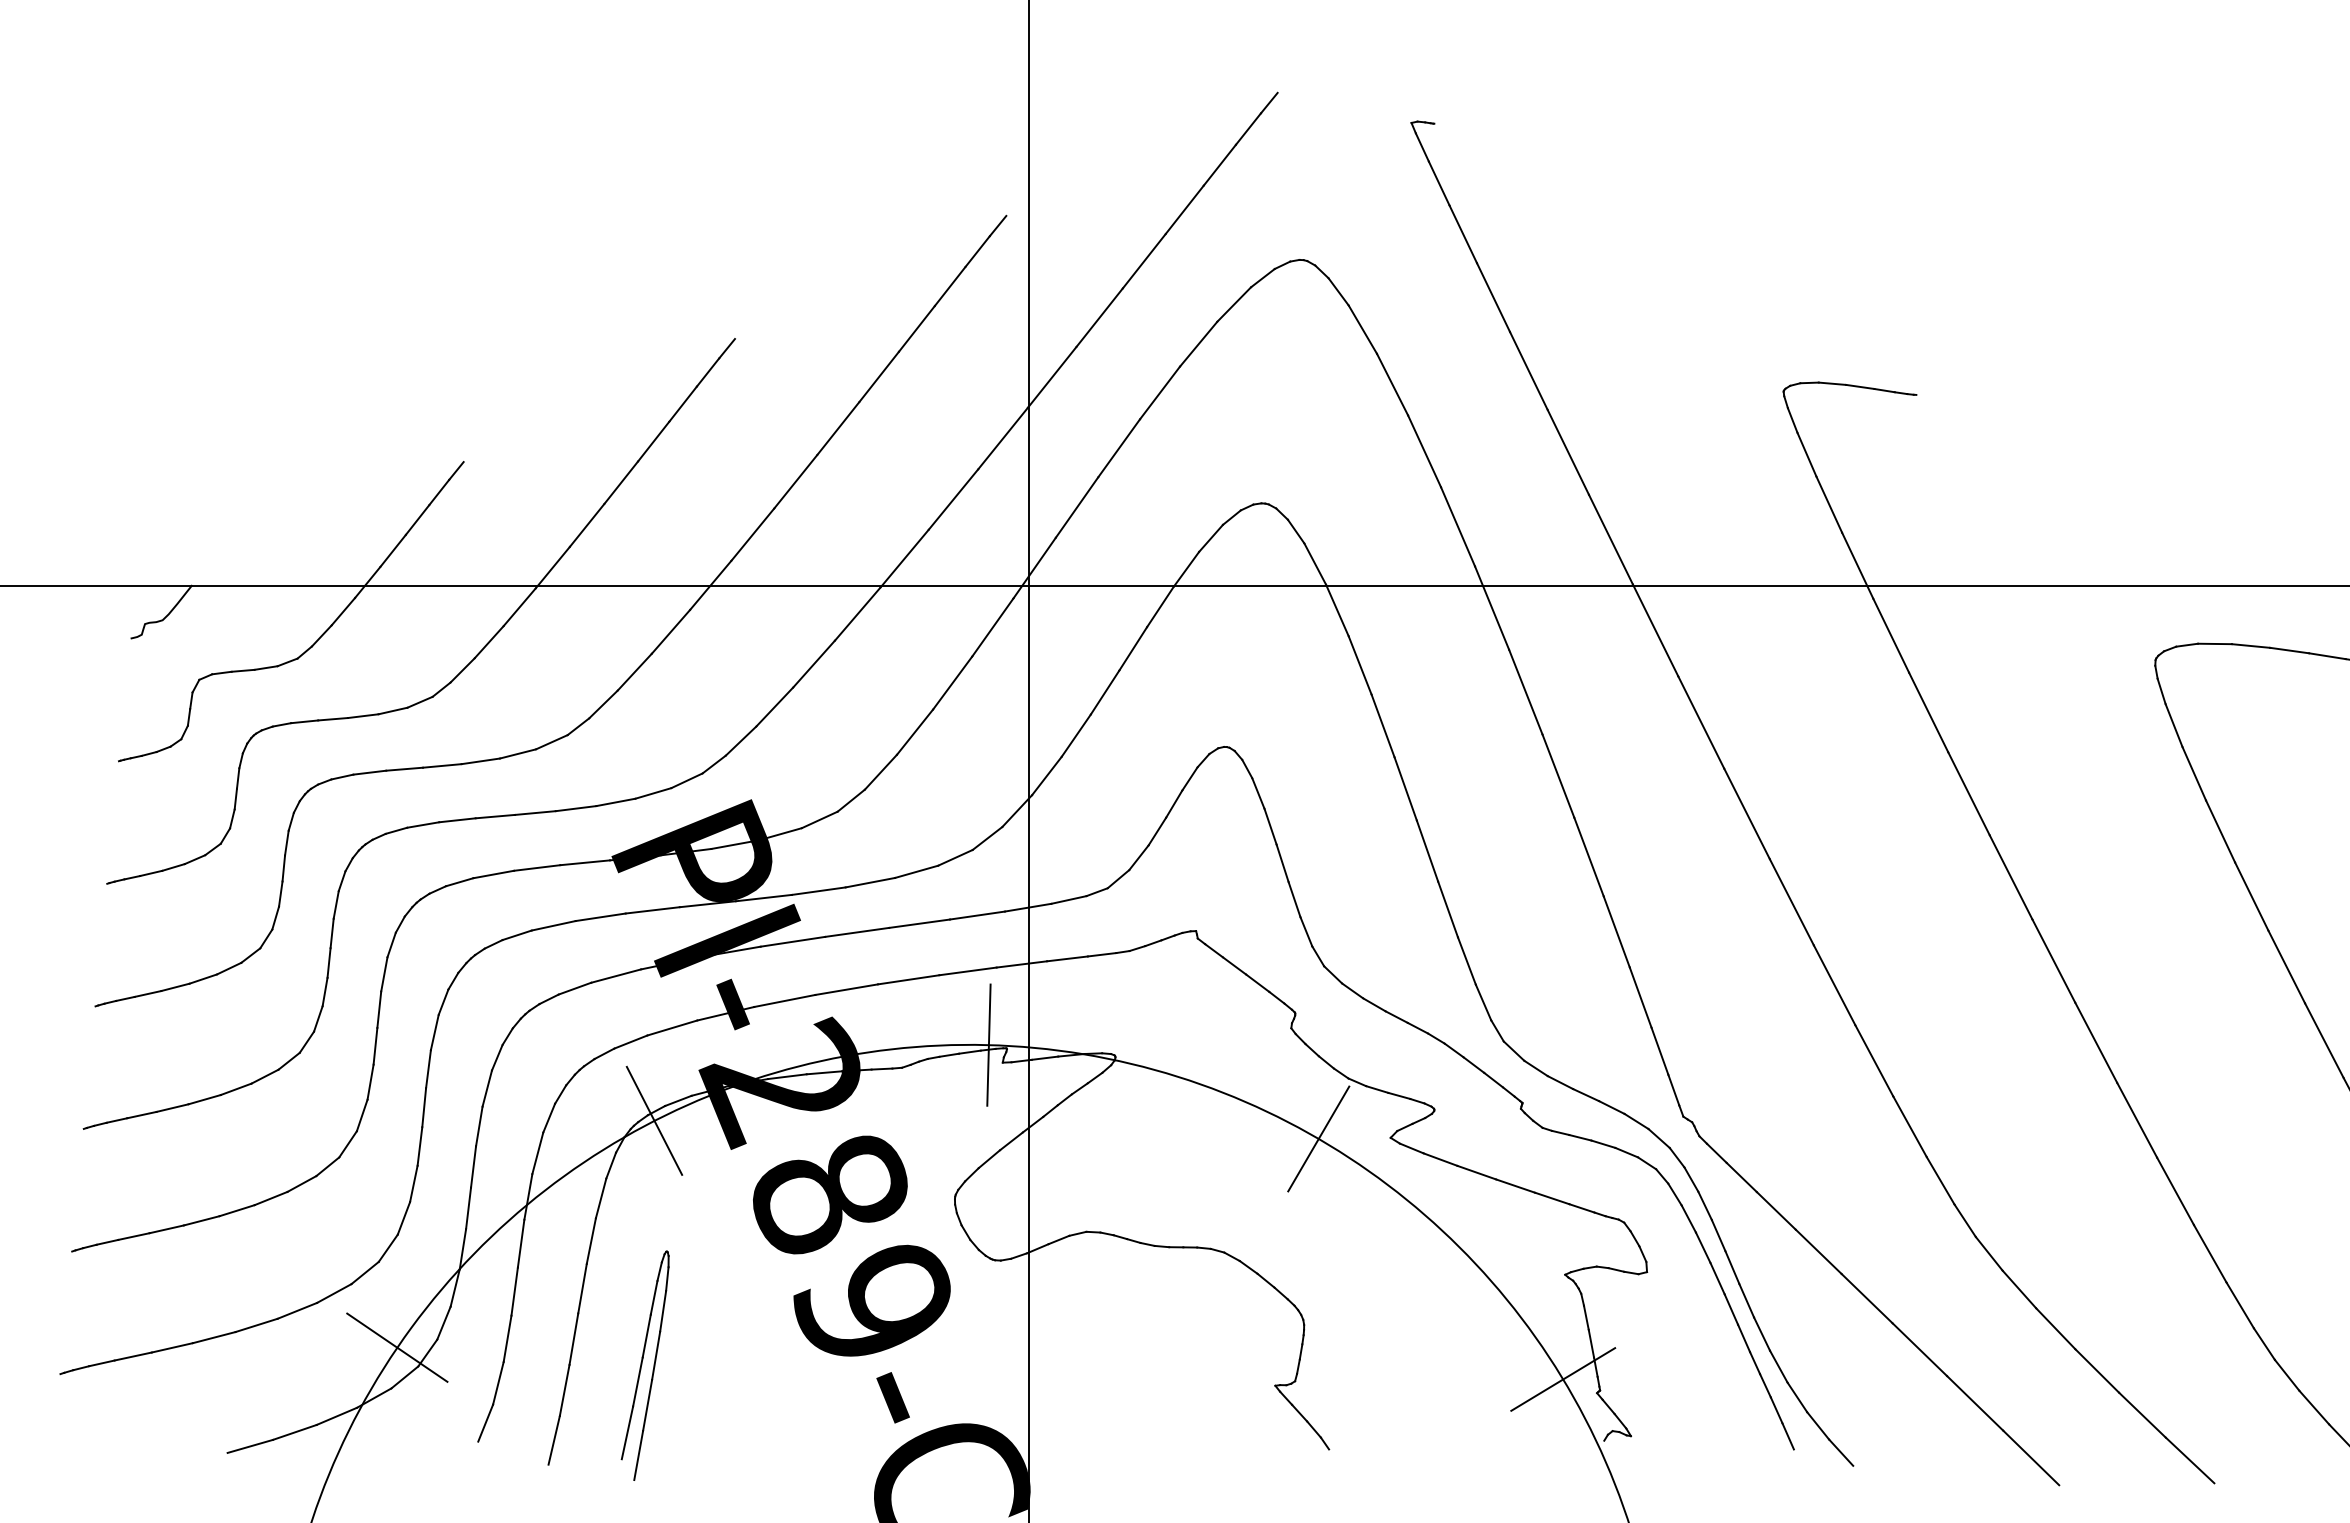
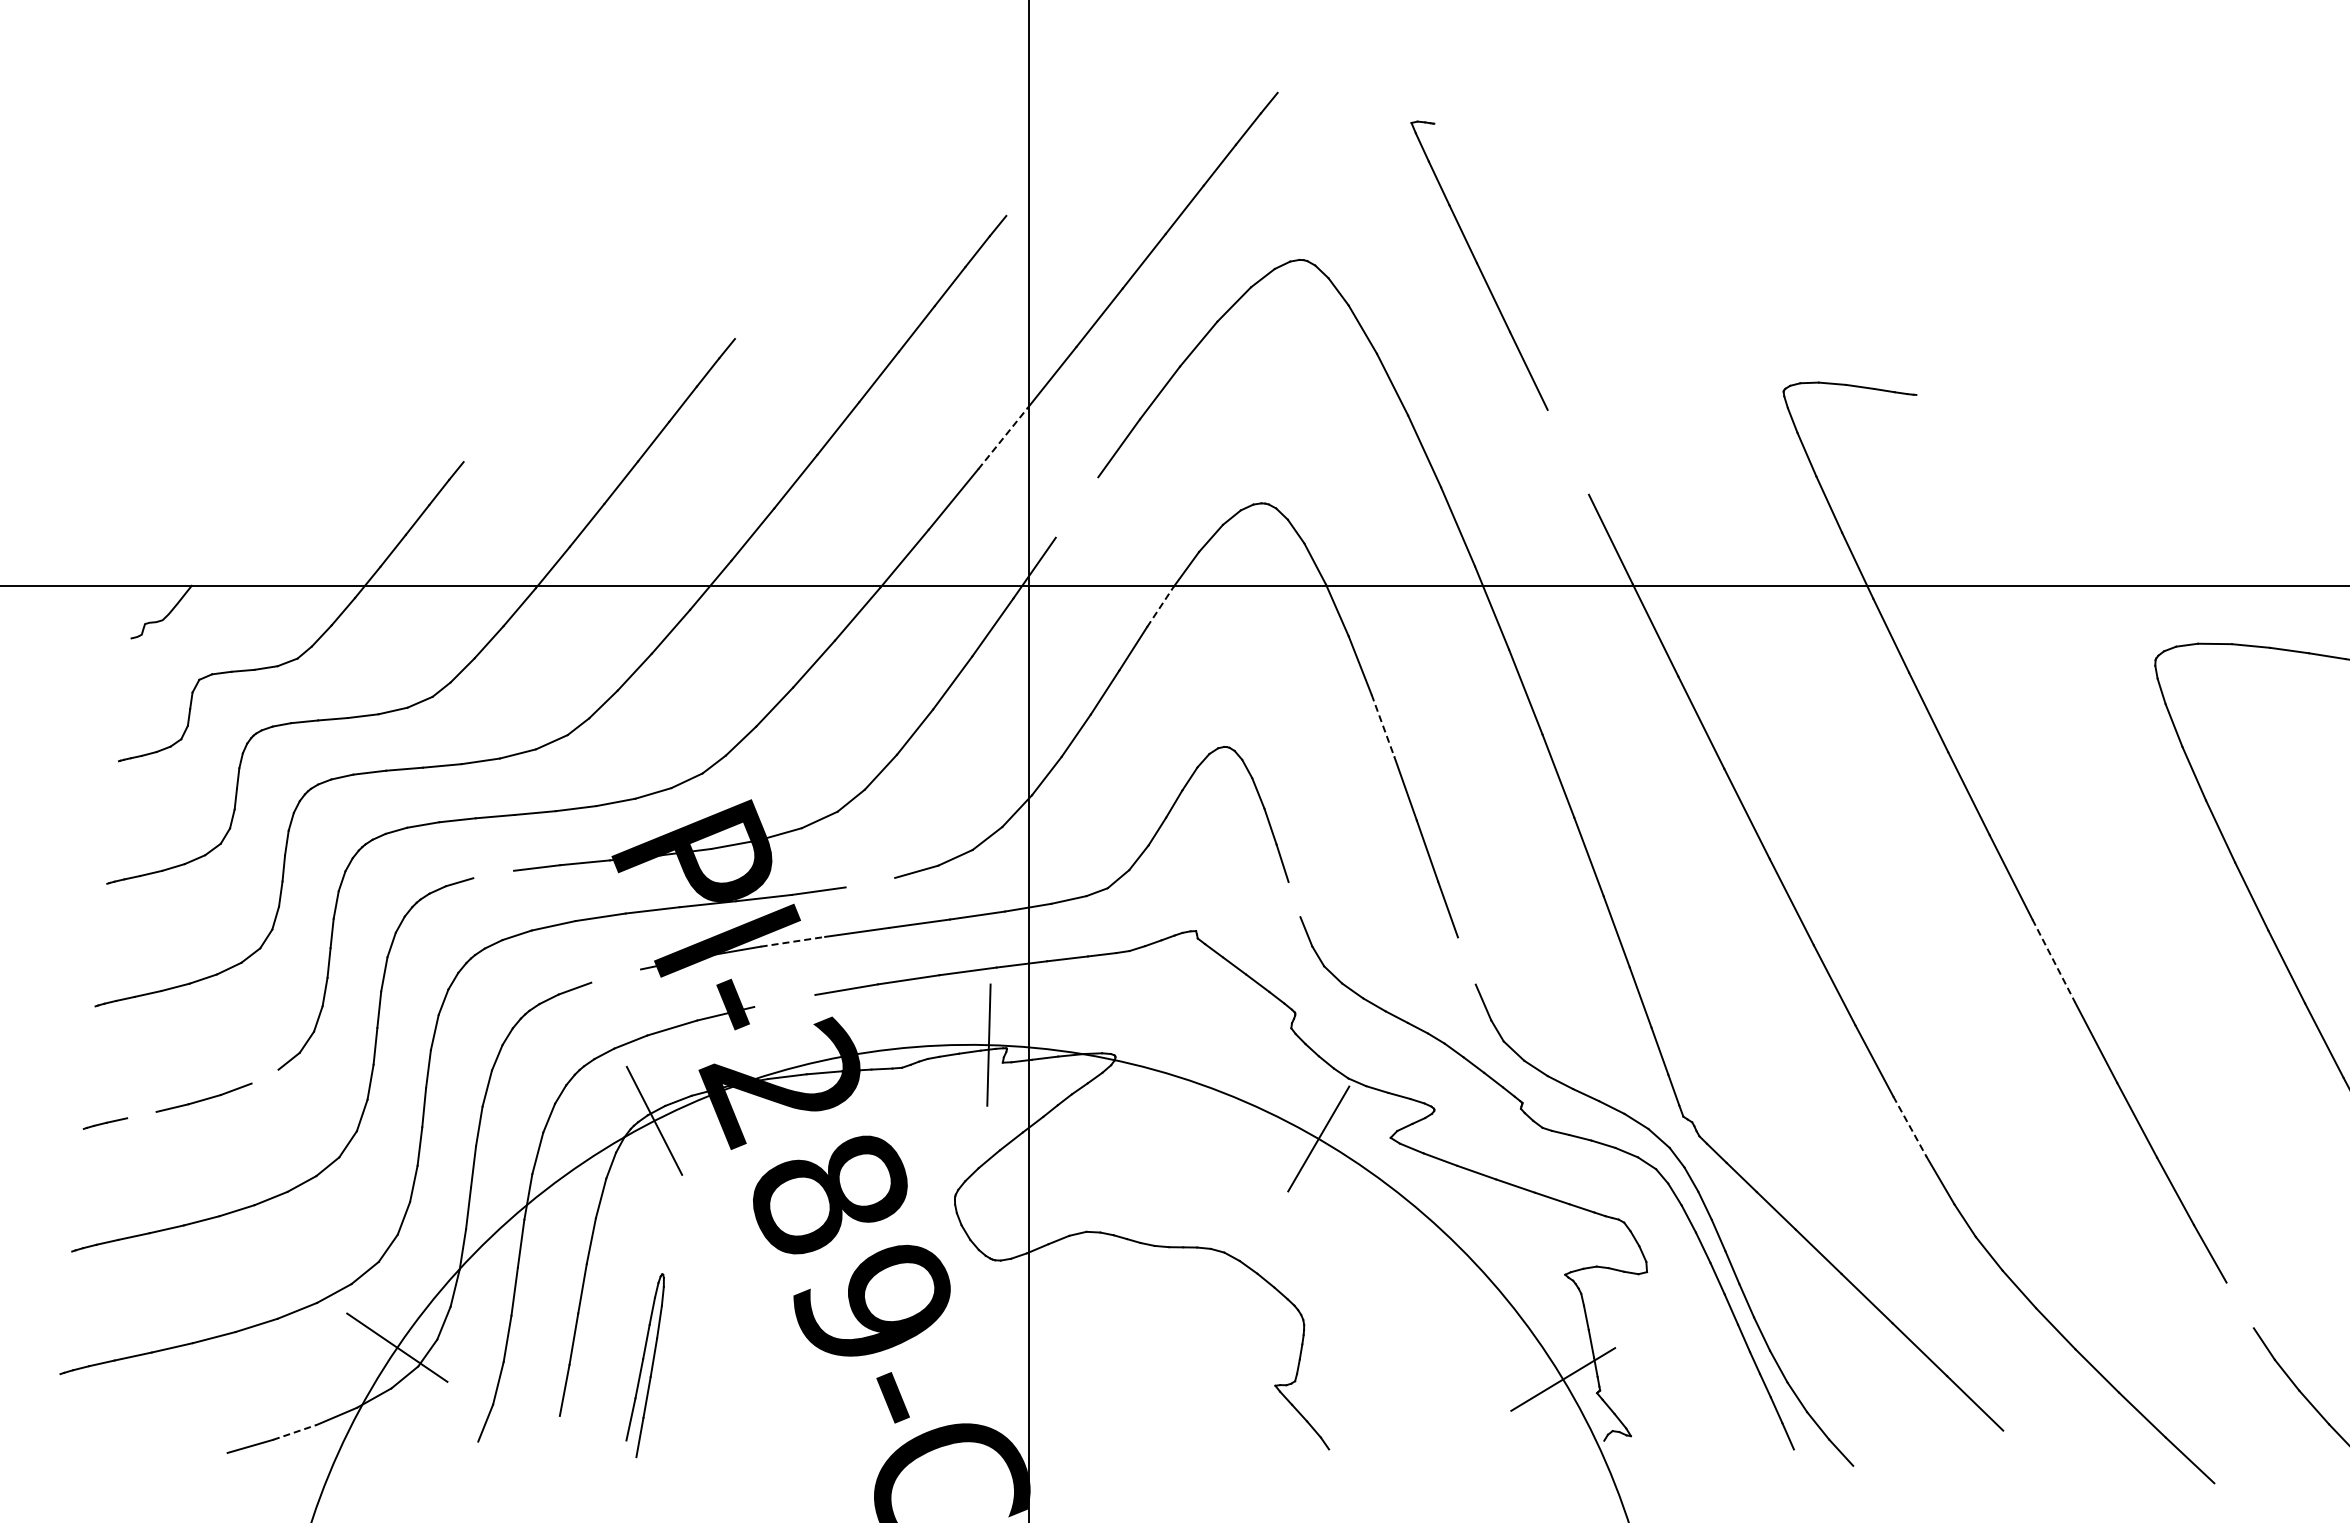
line at (1003, 438): solid -> dashed
line at (1567, 451): present -> none
line at (1076, 507): present -> none
line at (1160, 606): solid -> dashed
line at (1383, 726): solid -> dashed
line at (493, 874): present -> none
line at (870, 882): present -> none
line at (1294, 899): present -> none
line at (792, 941): solid -> dashed
line at (1466, 960): present -> none
line at (2053, 961): solid -> dashed
line at (616, 975): present -> none
line at (784, 1000): present -> none
line at (264, 1076): present -> none
line at (141, 1114): present -> none
line at (1910, 1126): solid -> dashed
line at (2239, 1305): present -> none
part at (644, 1365) size: 50x231 px -> 40x185 px
line at (295, 1432): solid -> dashed
line at (553, 1439): present -> none
line at (2031, 1457): present -> none
